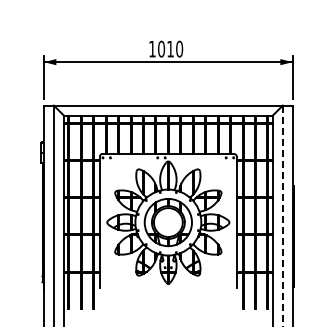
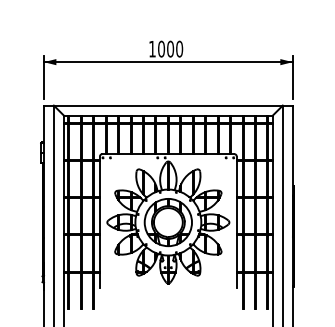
text at (170, 48): 1010 -> 1000
line at (282, 216): dashed -> solid
